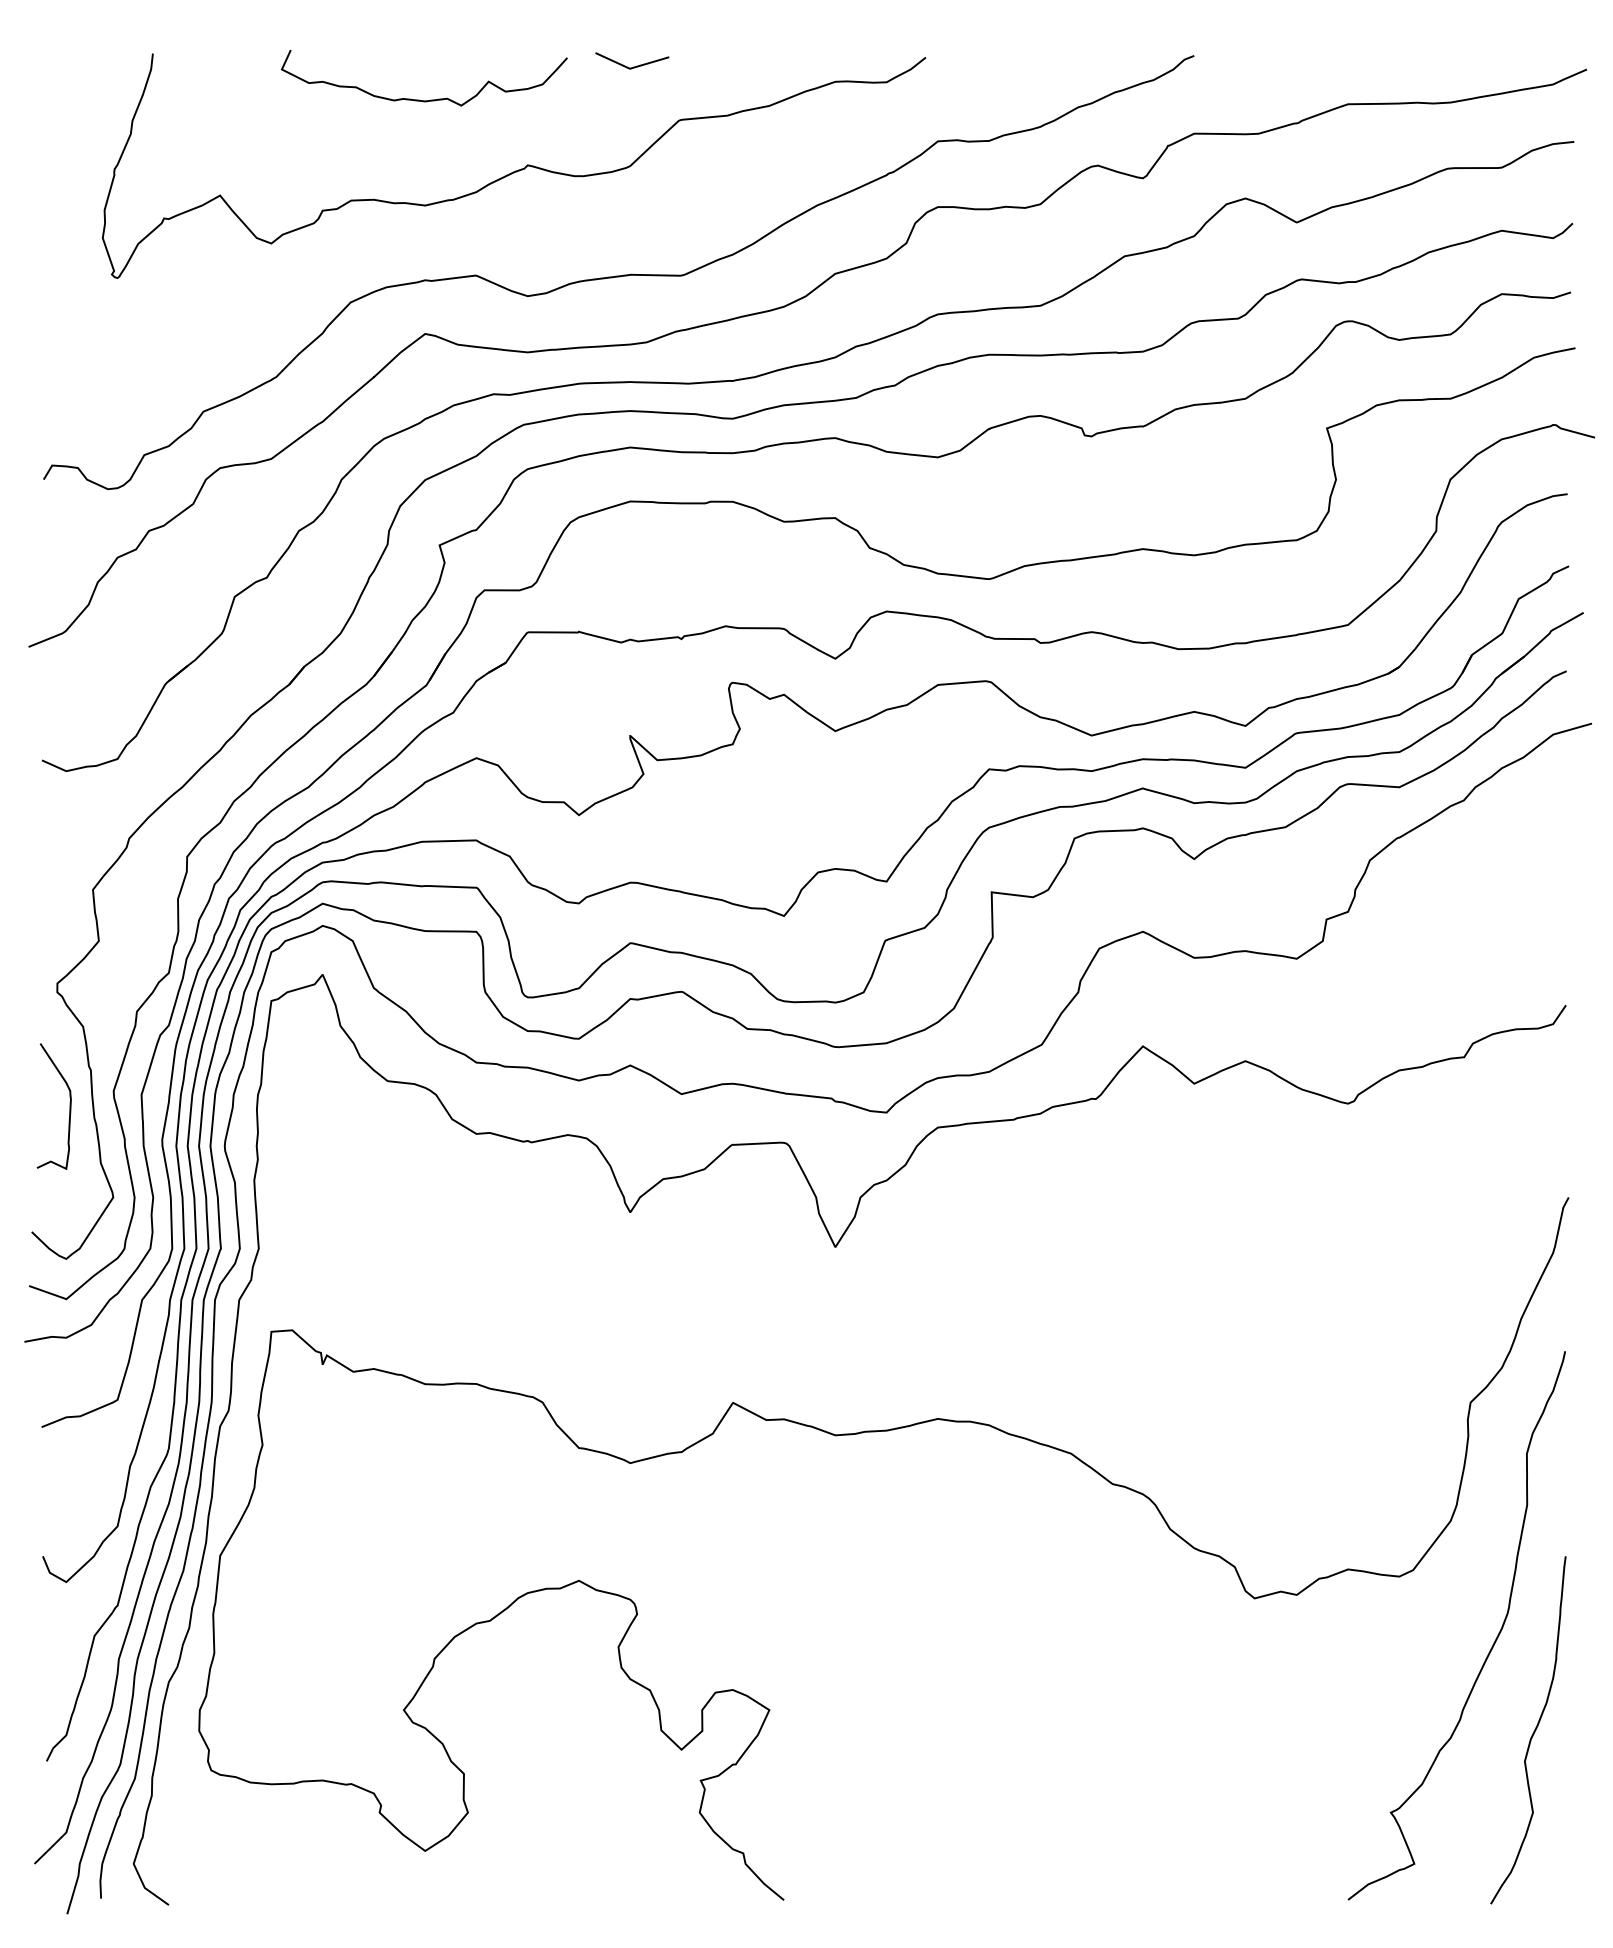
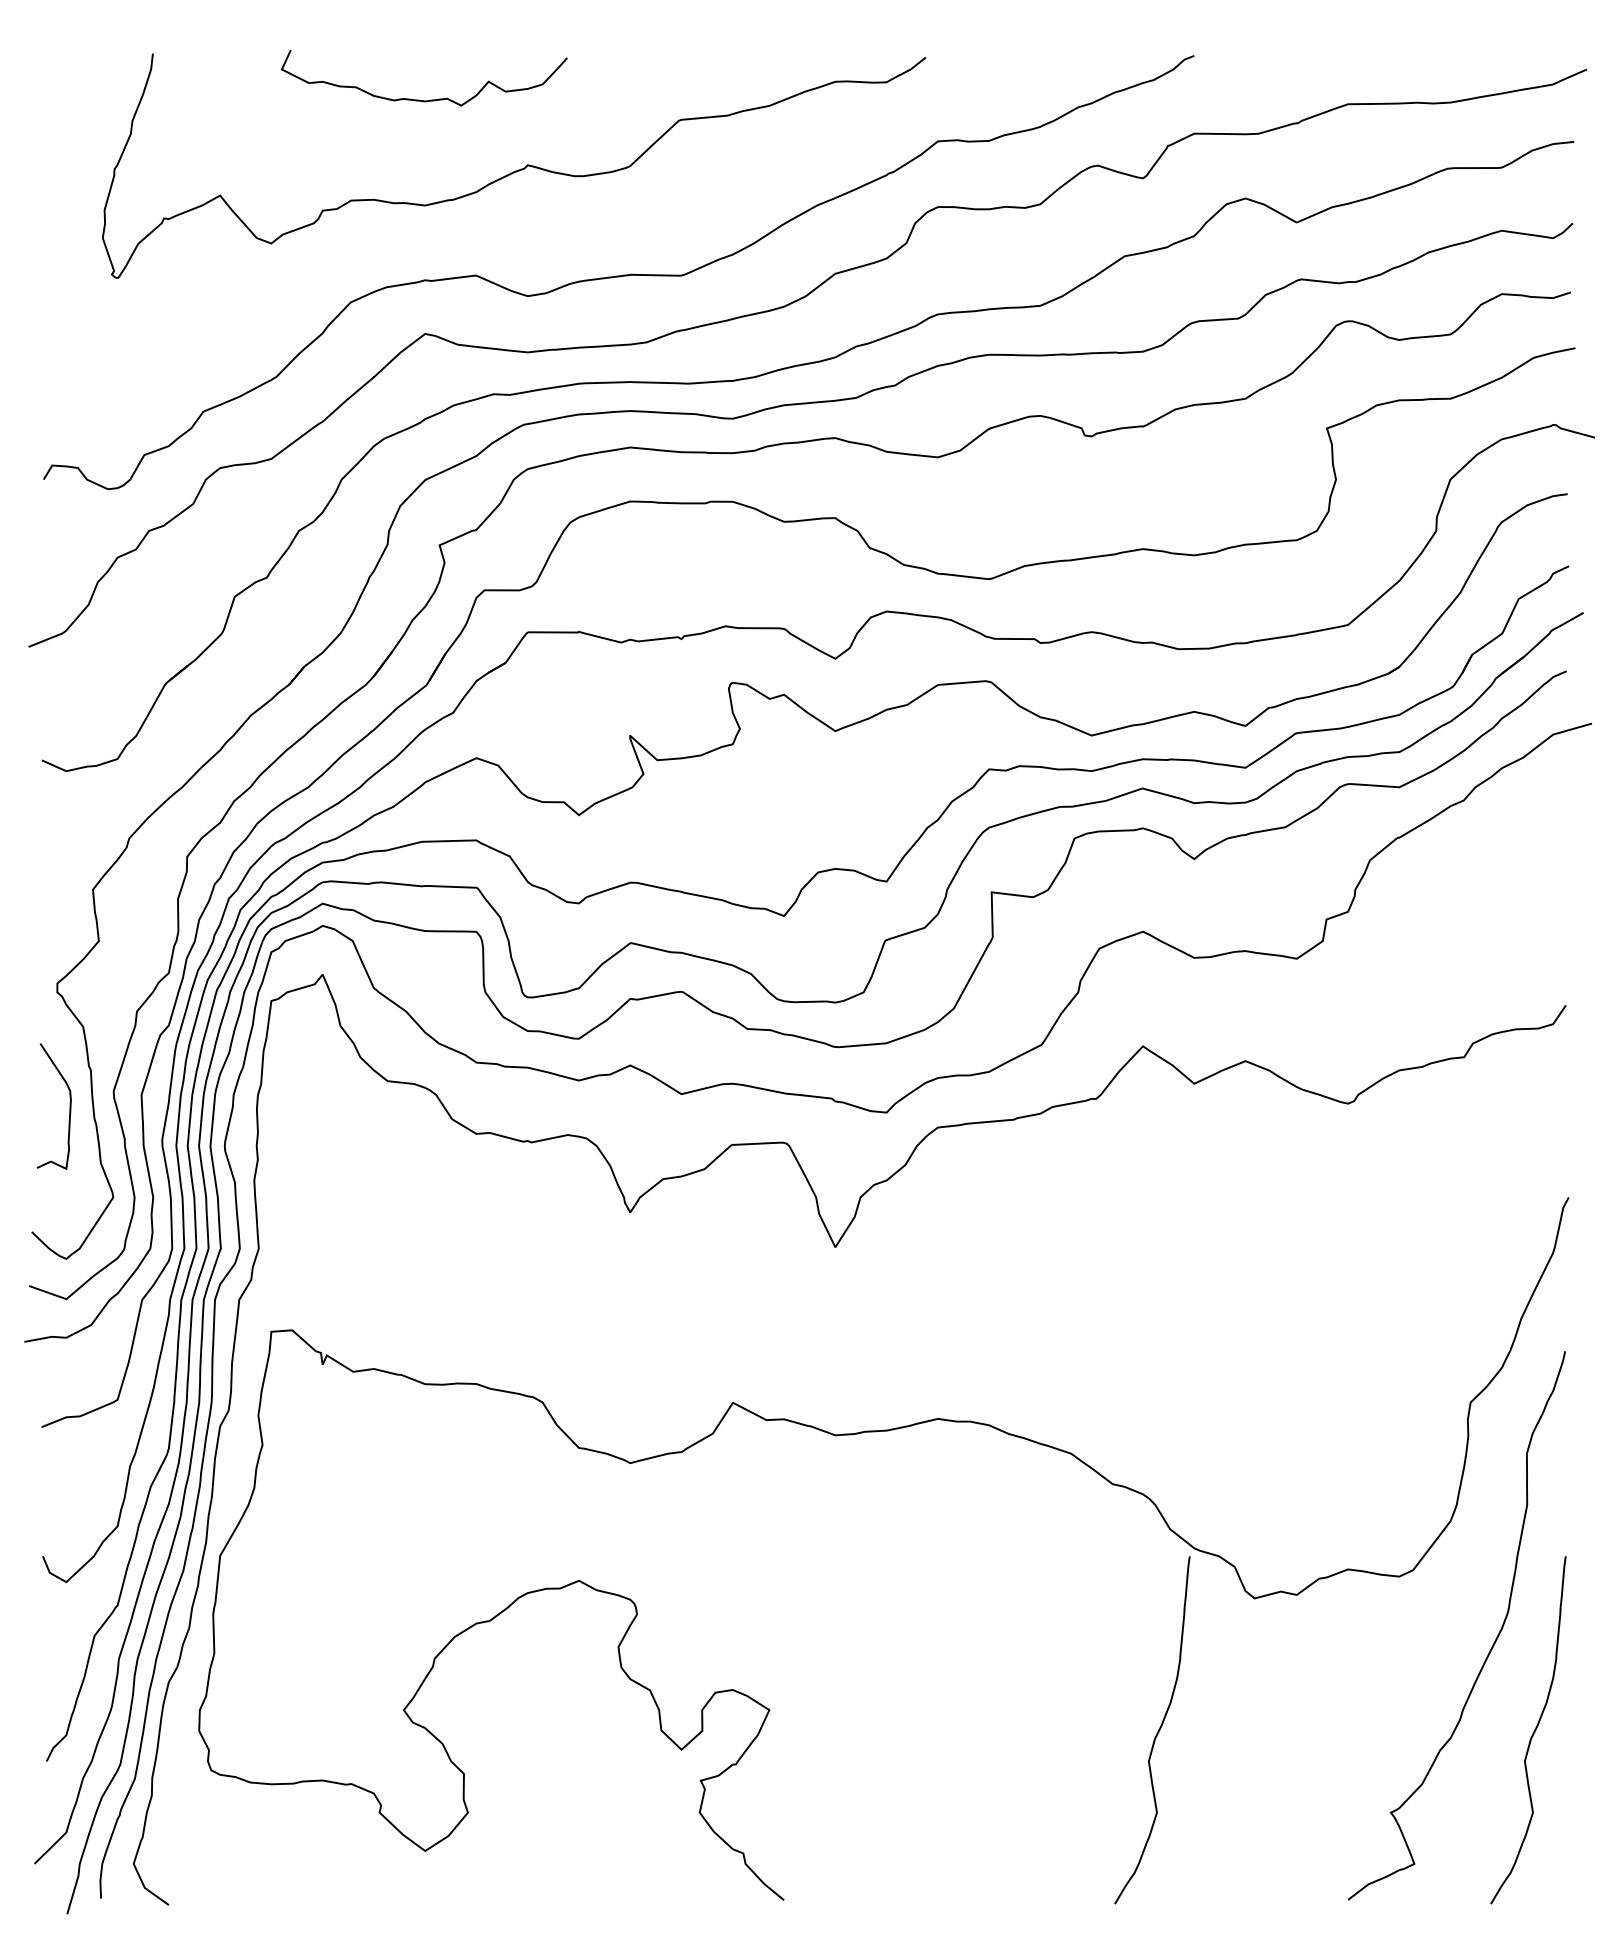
line at (633, 66): present -> none
curve at (1156, 1733): none -> present
